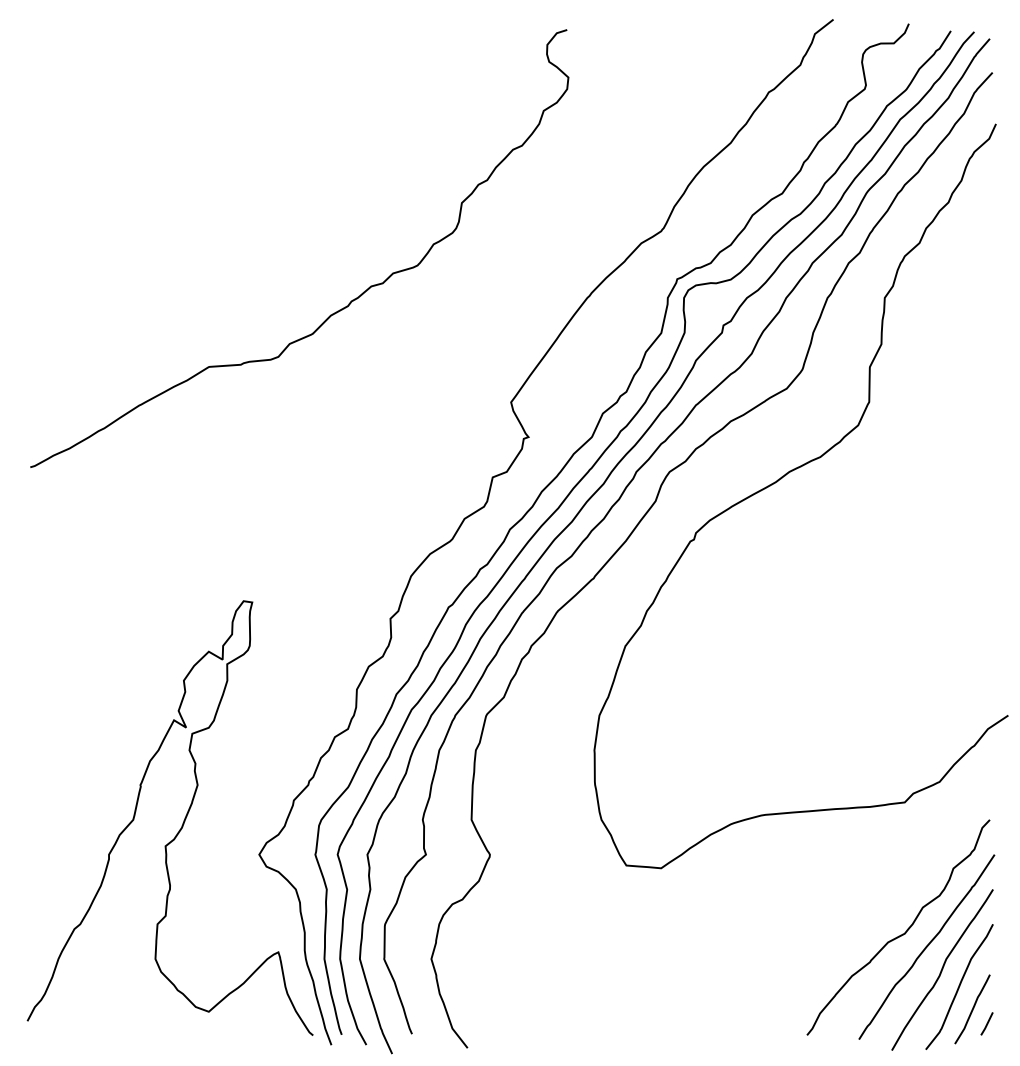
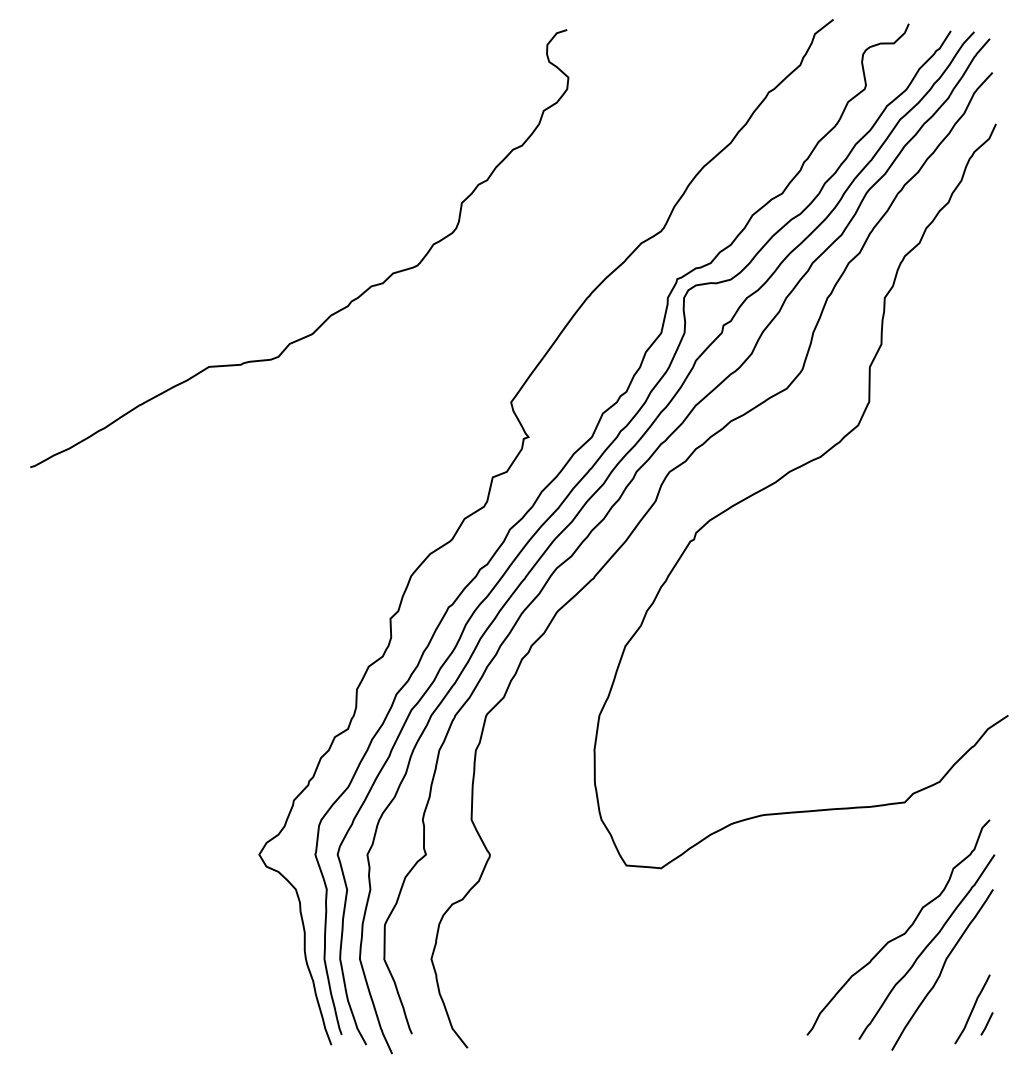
curve at (183, 820): present -> none
curve at (959, 986): present -> none
